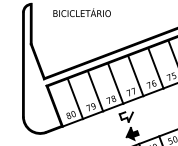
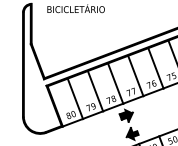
text at (81, 12) position: (81, 12) -> (75, 8)
fill at (125, 114): none -> present
